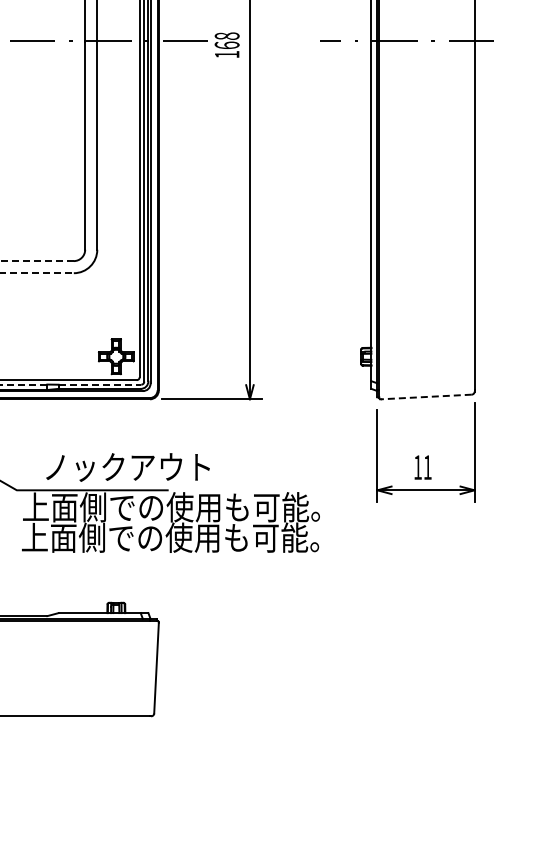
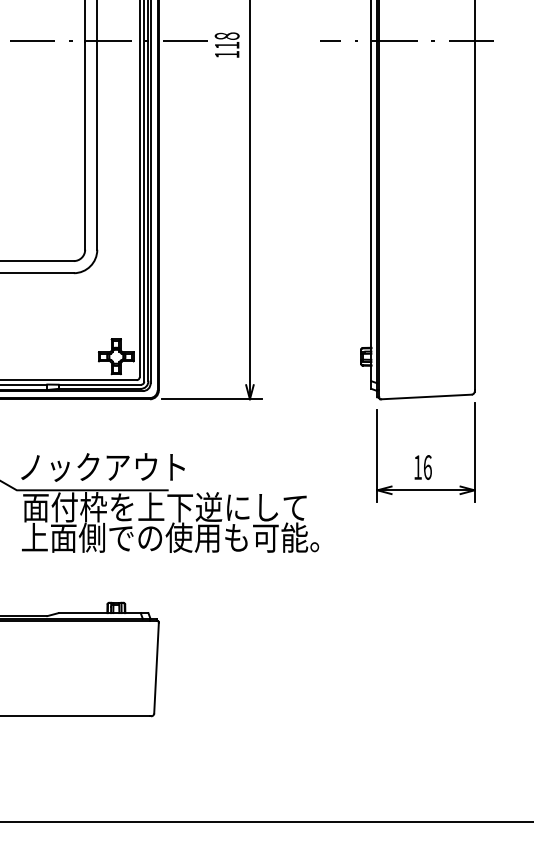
text at (226, 44): 168 -> 118
line at (37, 261): dashed -> solid
line at (37, 273): dashed -> solid
line at (23, 384): dashed -> solid
line at (100, 384): dashed -> solid
line at (425, 397): dashed -> solid
text at (127, 467) position: (127, 467) -> (102, 467)
text at (427, 467): 11 -> 16
text at (171, 507): 上面側での使用も可能。 -> 面付枠を上下逆にして
line at (266, 821): none -> present
